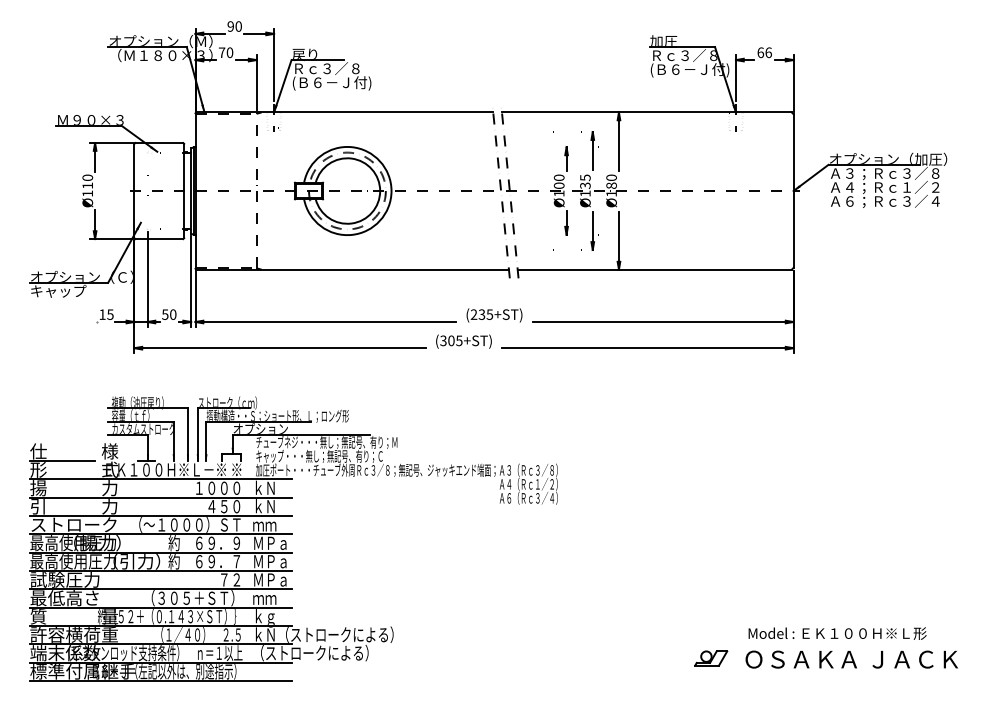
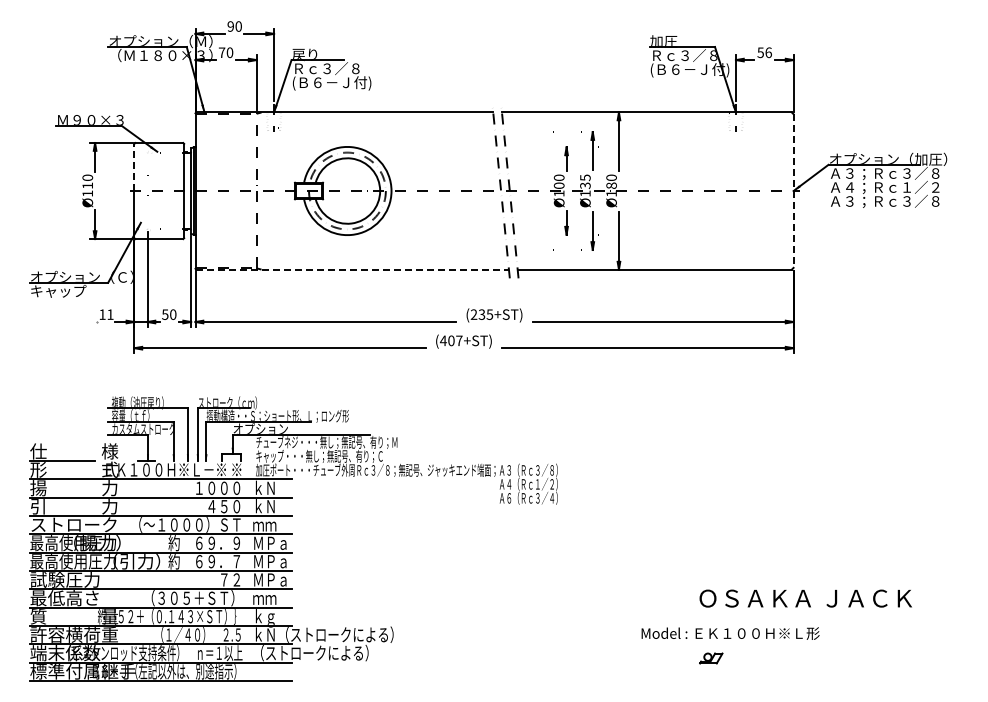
text at (760, 52): 66 -> 56
line at (134, 167): solid -> dashed
line at (793, 191): solid -> dashed
text at (892, 201): Ａ６；Ｒｃ３／４ -> Ａ３；Ｒｃ３／８
line at (353, 269): solid -> dashed
text at (110, 314): 15 -> 11
text at (451, 340): (305+ST) -> (407+ST)
text at (837, 633) position: (837, 633) -> (730, 633)
part at (711, 658) size: 35x17 px -> 25x13 px
text at (851, 659) position: (851, 659) -> (805, 598)
